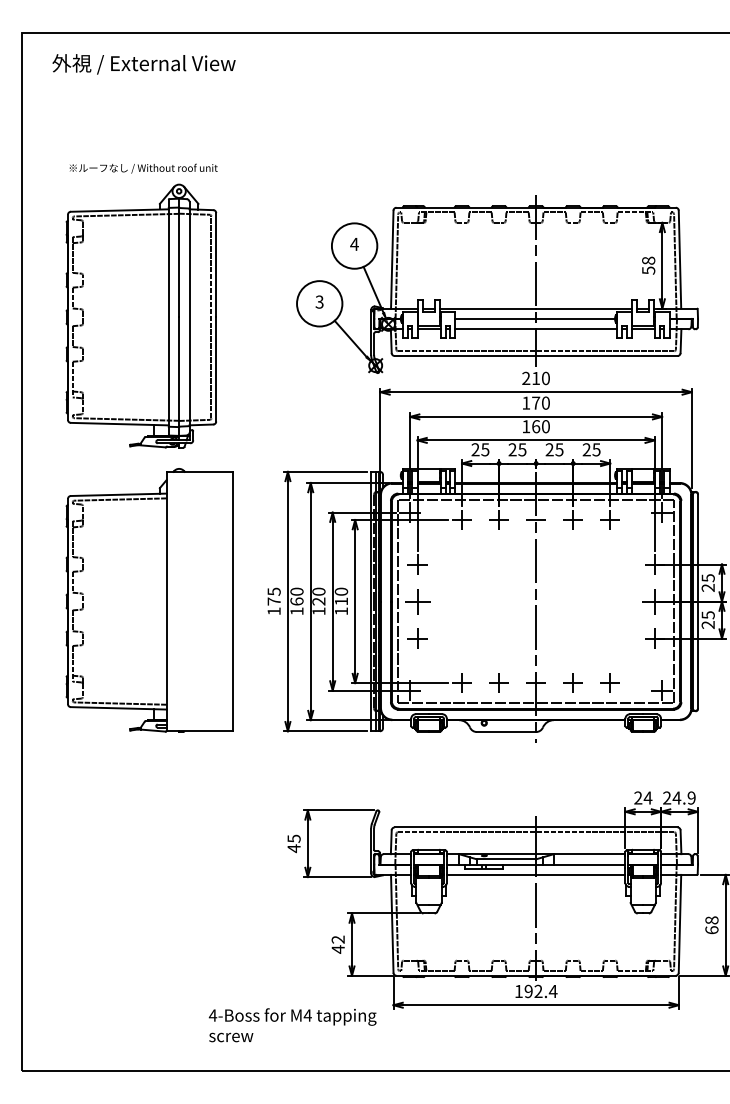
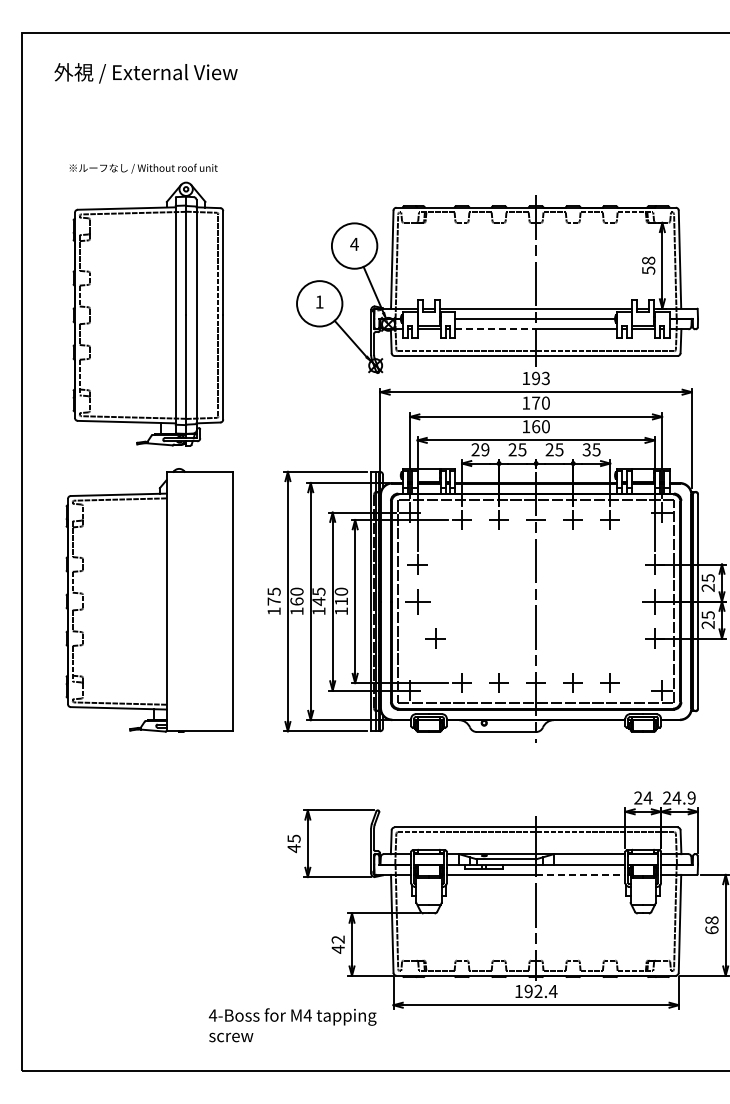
text at (143, 64) position: (143, 64) -> (145, 73)
text at (319, 301): 3 -> 1
part at (141, 315) position: (141, 315) -> (148, 313)
line at (496, 329): solid -> dashed
text at (535, 378): 210 -> 193
text at (485, 449): 25 -> 29
text at (586, 449): 25 -> 35
text at (318, 596): 120 -> 145
part at (417, 638) position: (417, 638) -> (435, 638)
line at (580, 874): solid -> dashed
